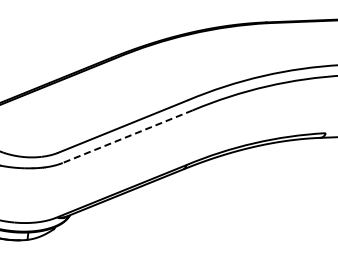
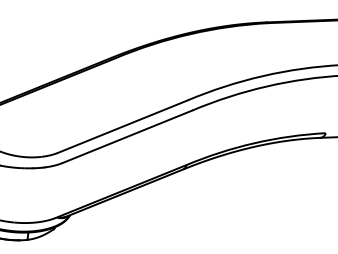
line at (127, 136): dashed -> solid
